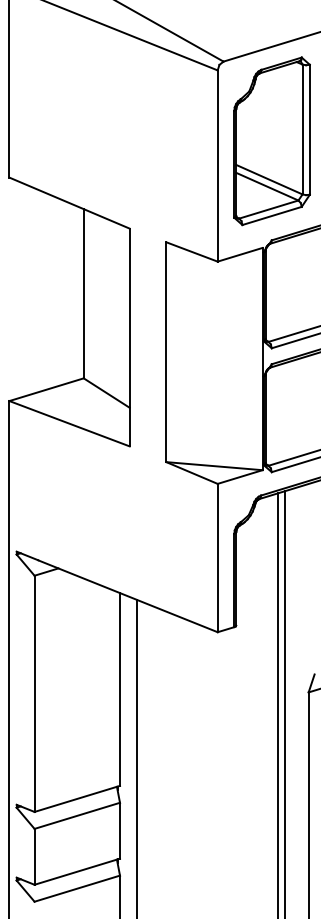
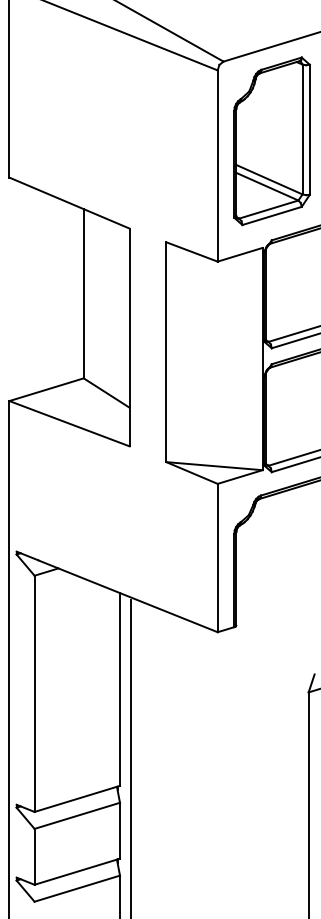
line at (284, 703): present -> none
line at (277, 704): present -> none
line at (137, 757) position: (137, 757) -> (131, 757)
